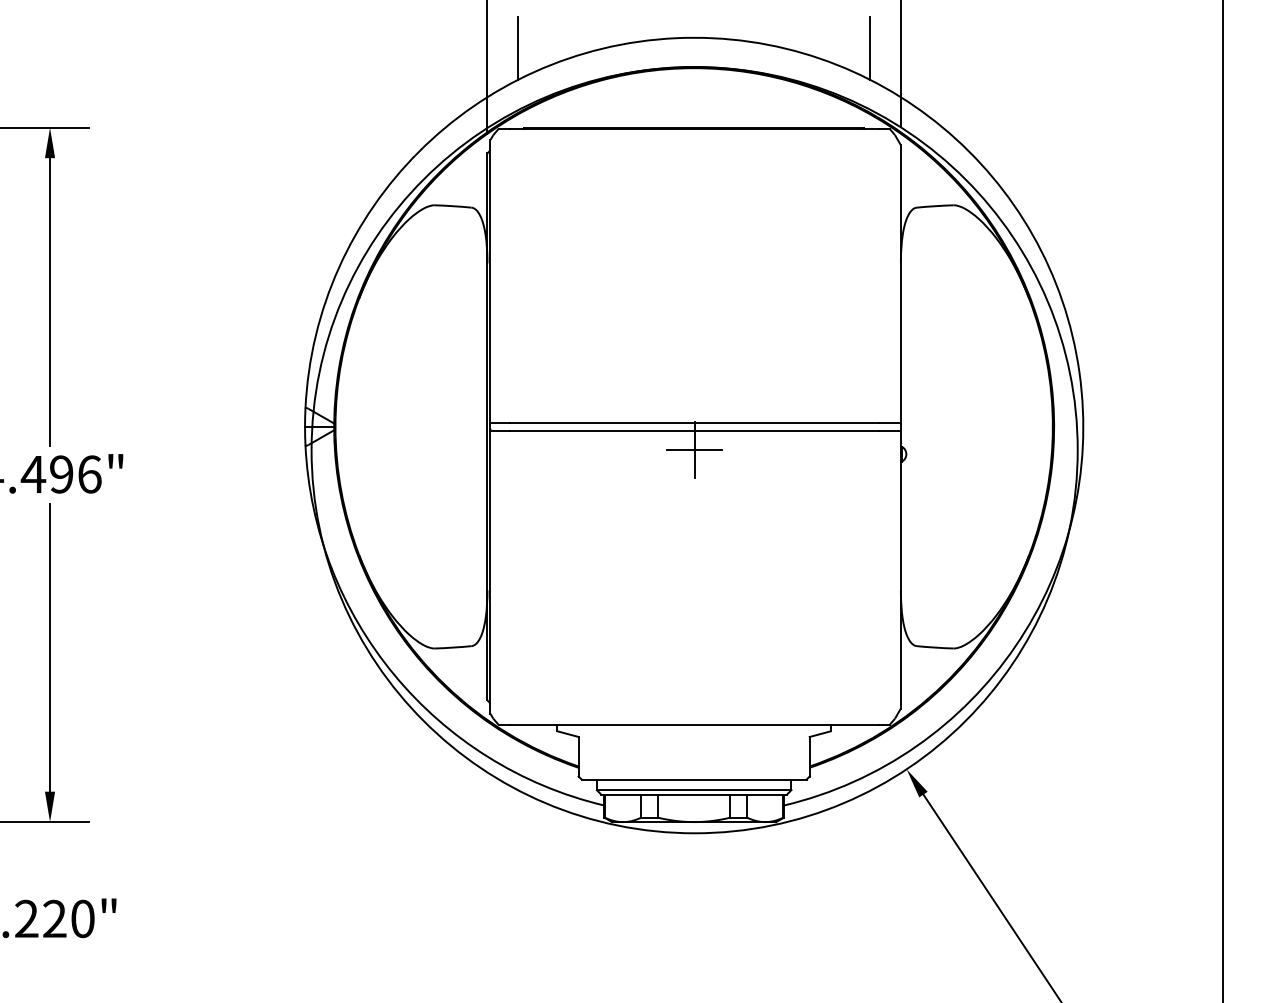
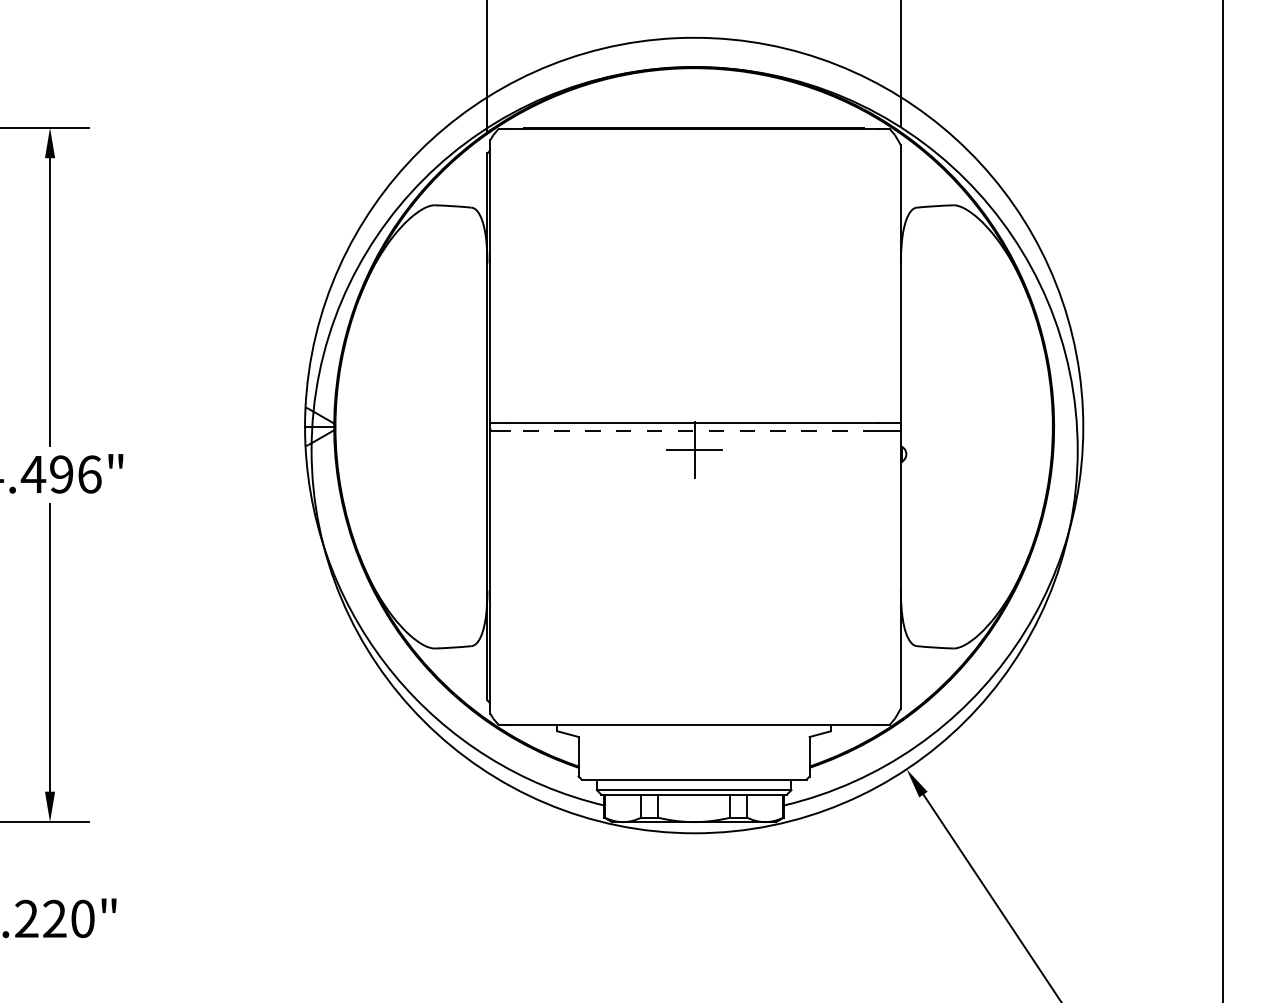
line at (517, 48): present -> none
line at (870, 48): present -> none
line at (693, 430): solid -> dashed
